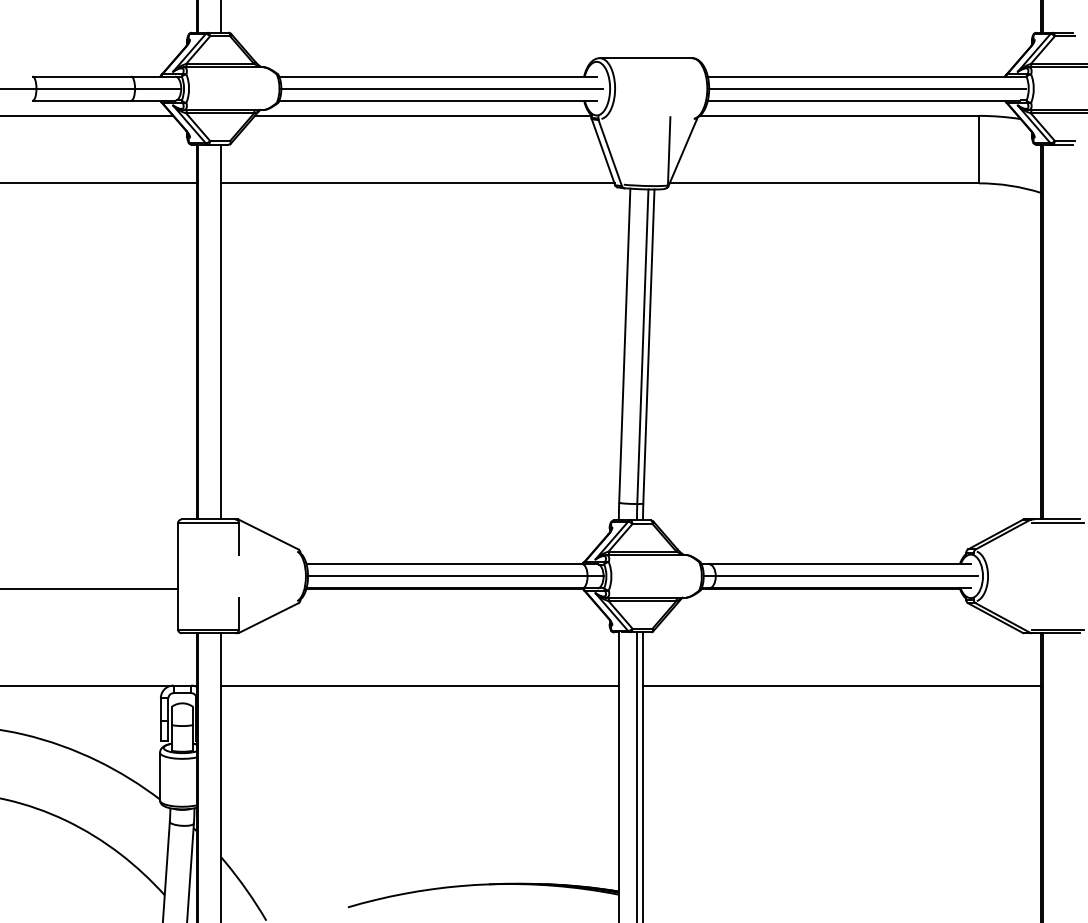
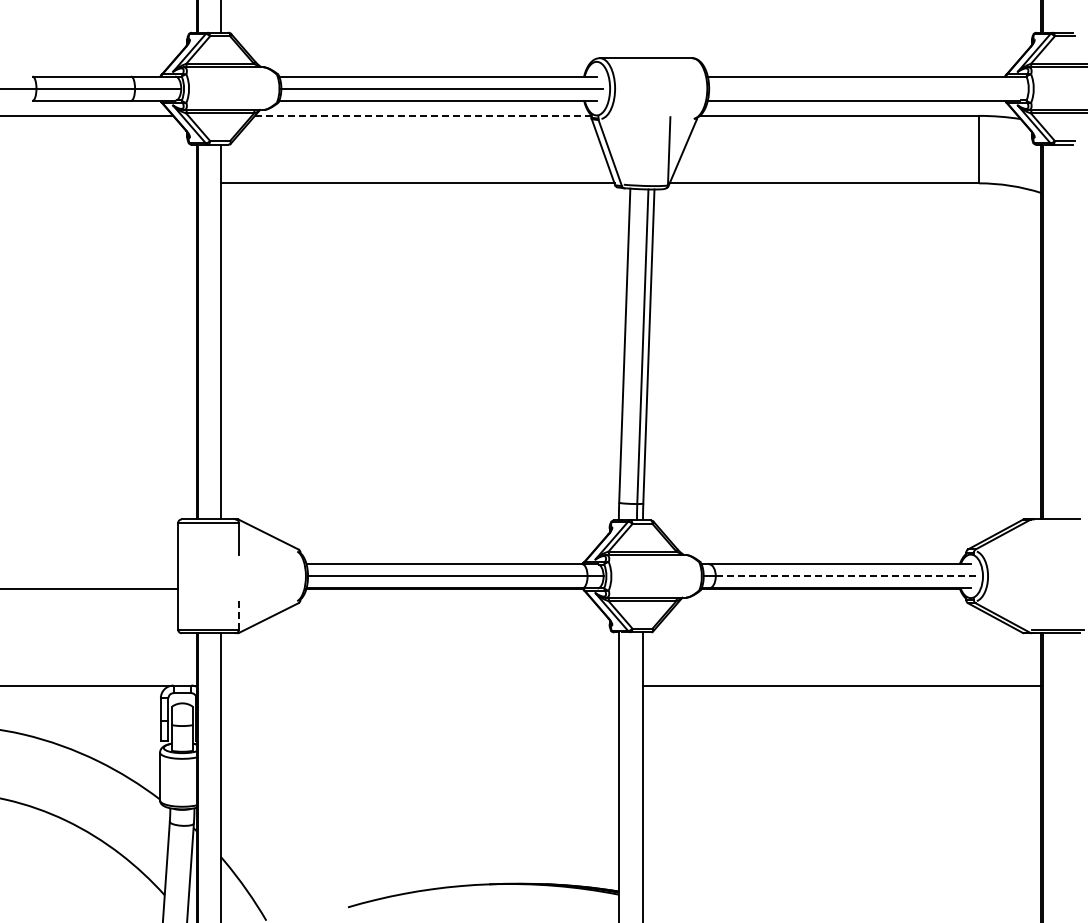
line at (867, 88): present -> none
line at (422, 115): solid -> dashed
line at (99, 183): present -> none
line at (1057, 523): present -> none
line at (846, 576): solid -> dashed
line at (239, 613): solid -> dashed
line at (419, 685): present -> none
line at (636, 775): present -> none
